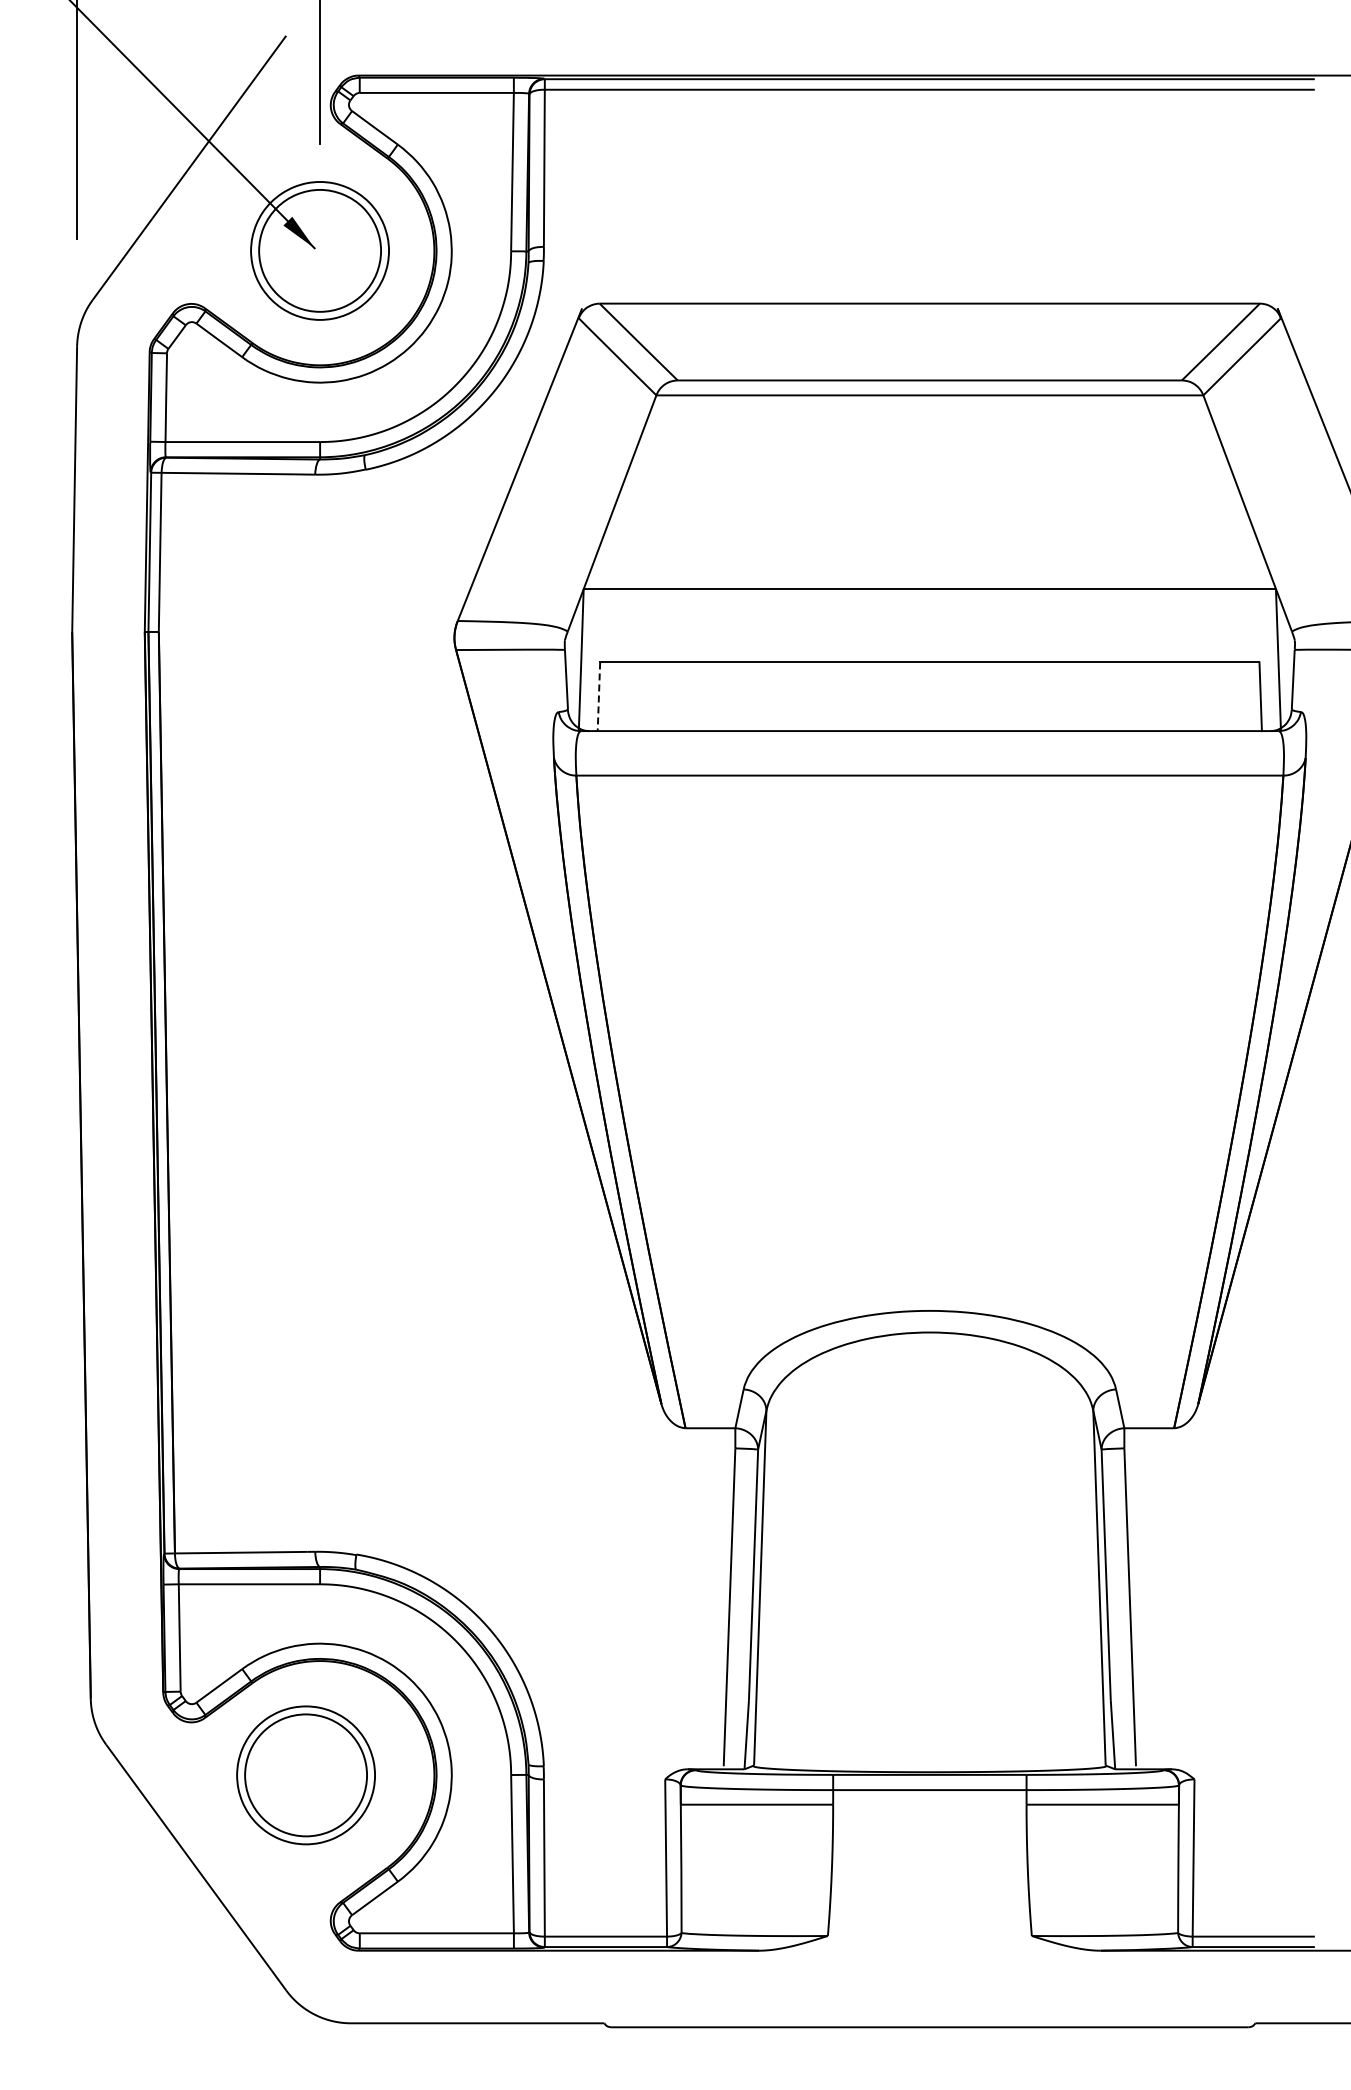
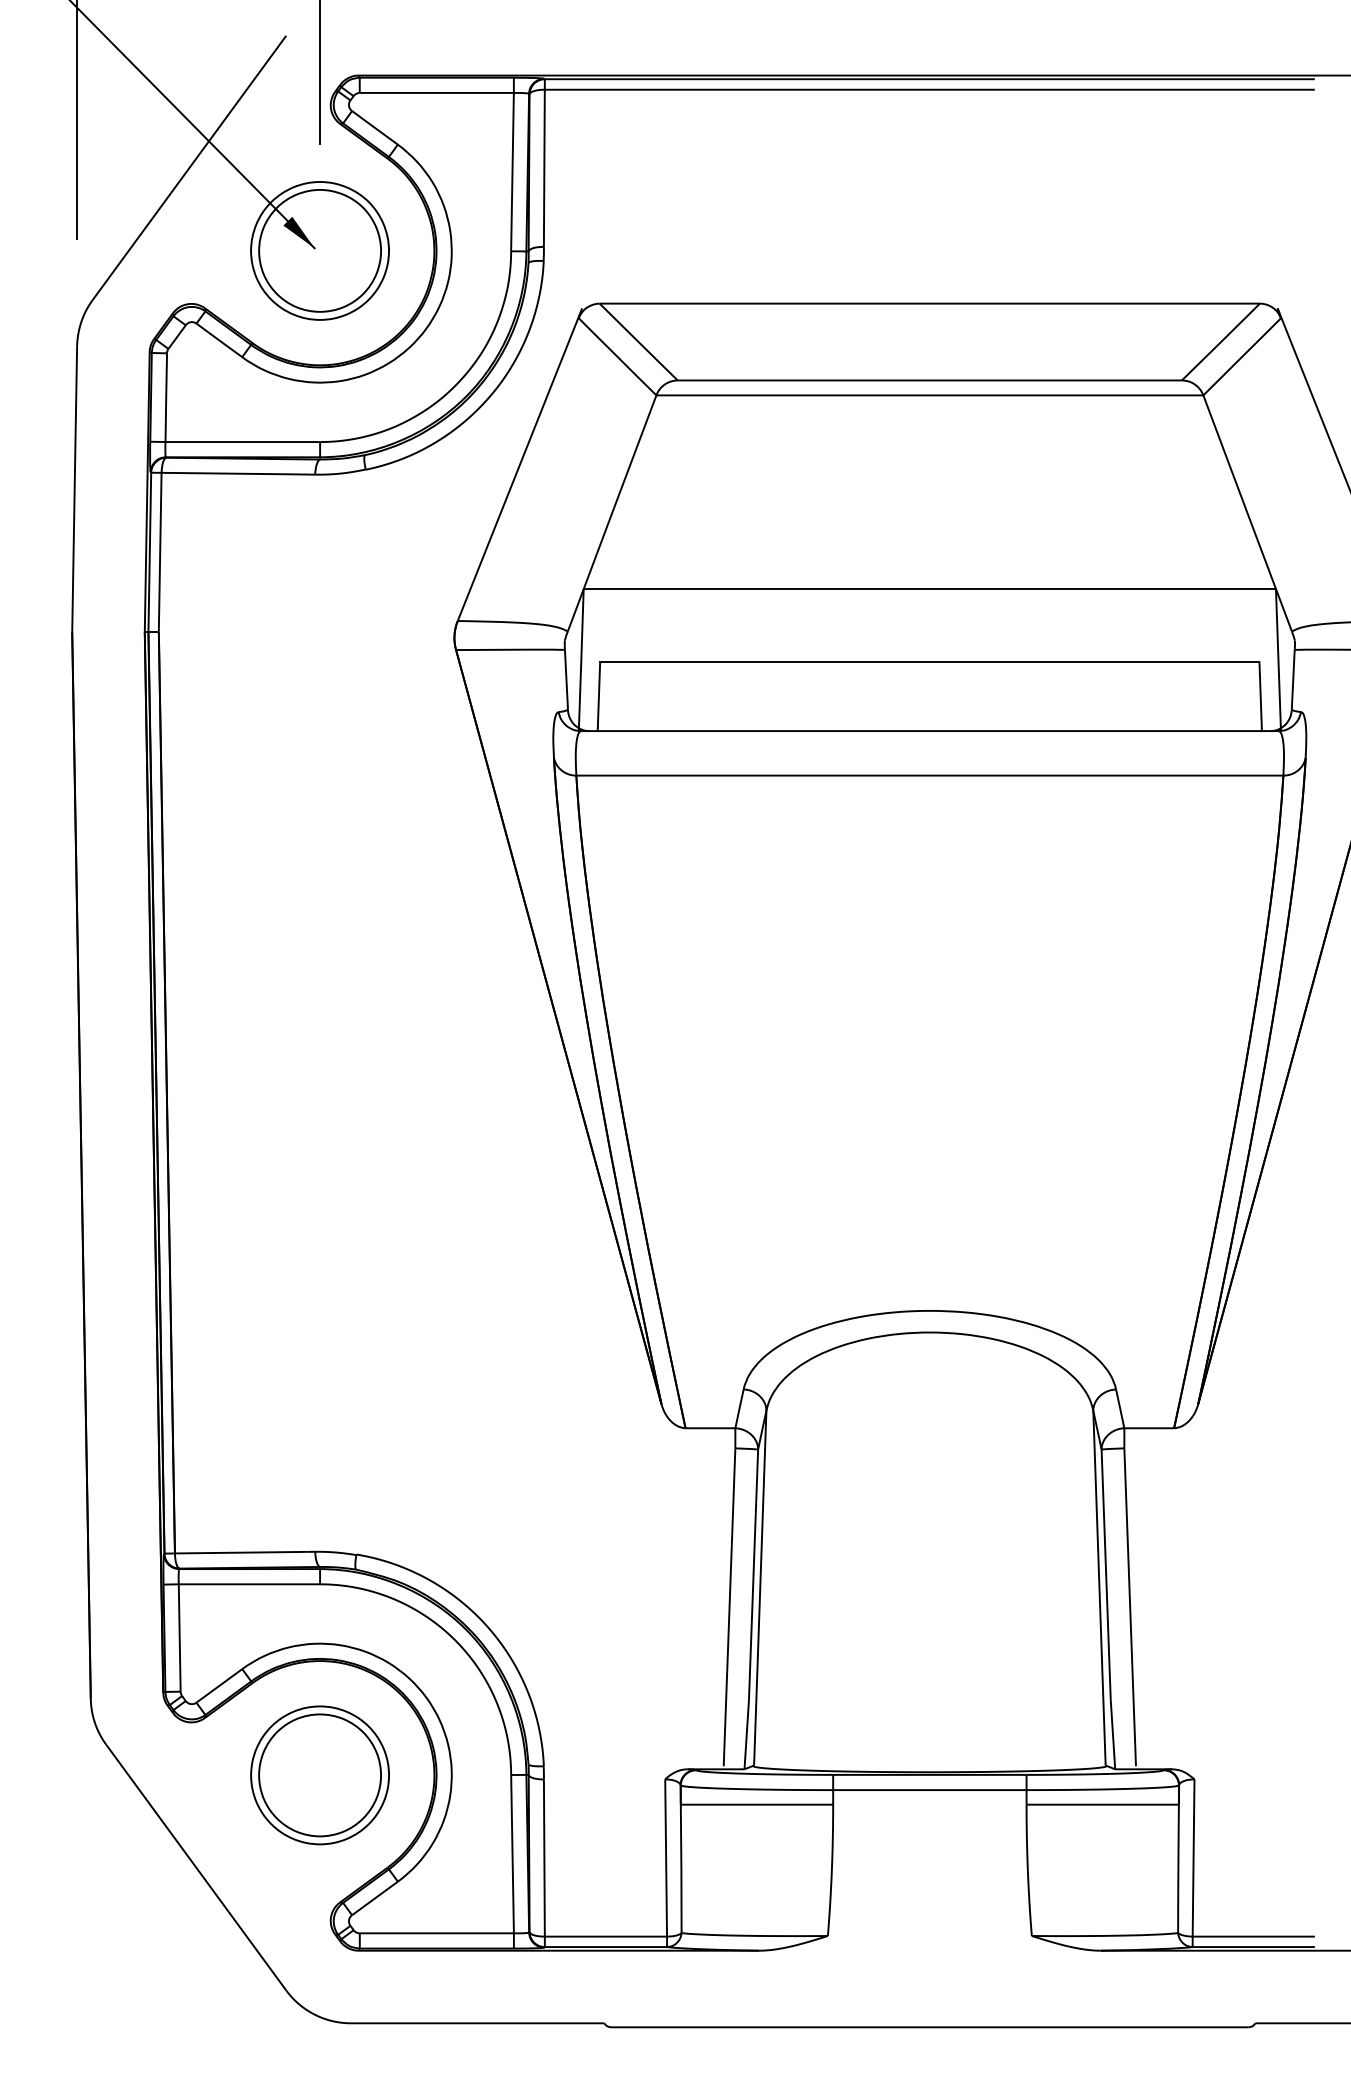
line at (598, 697): dashed -> solid
part at (305, 1775) position: (305, 1775) -> (319, 1775)
